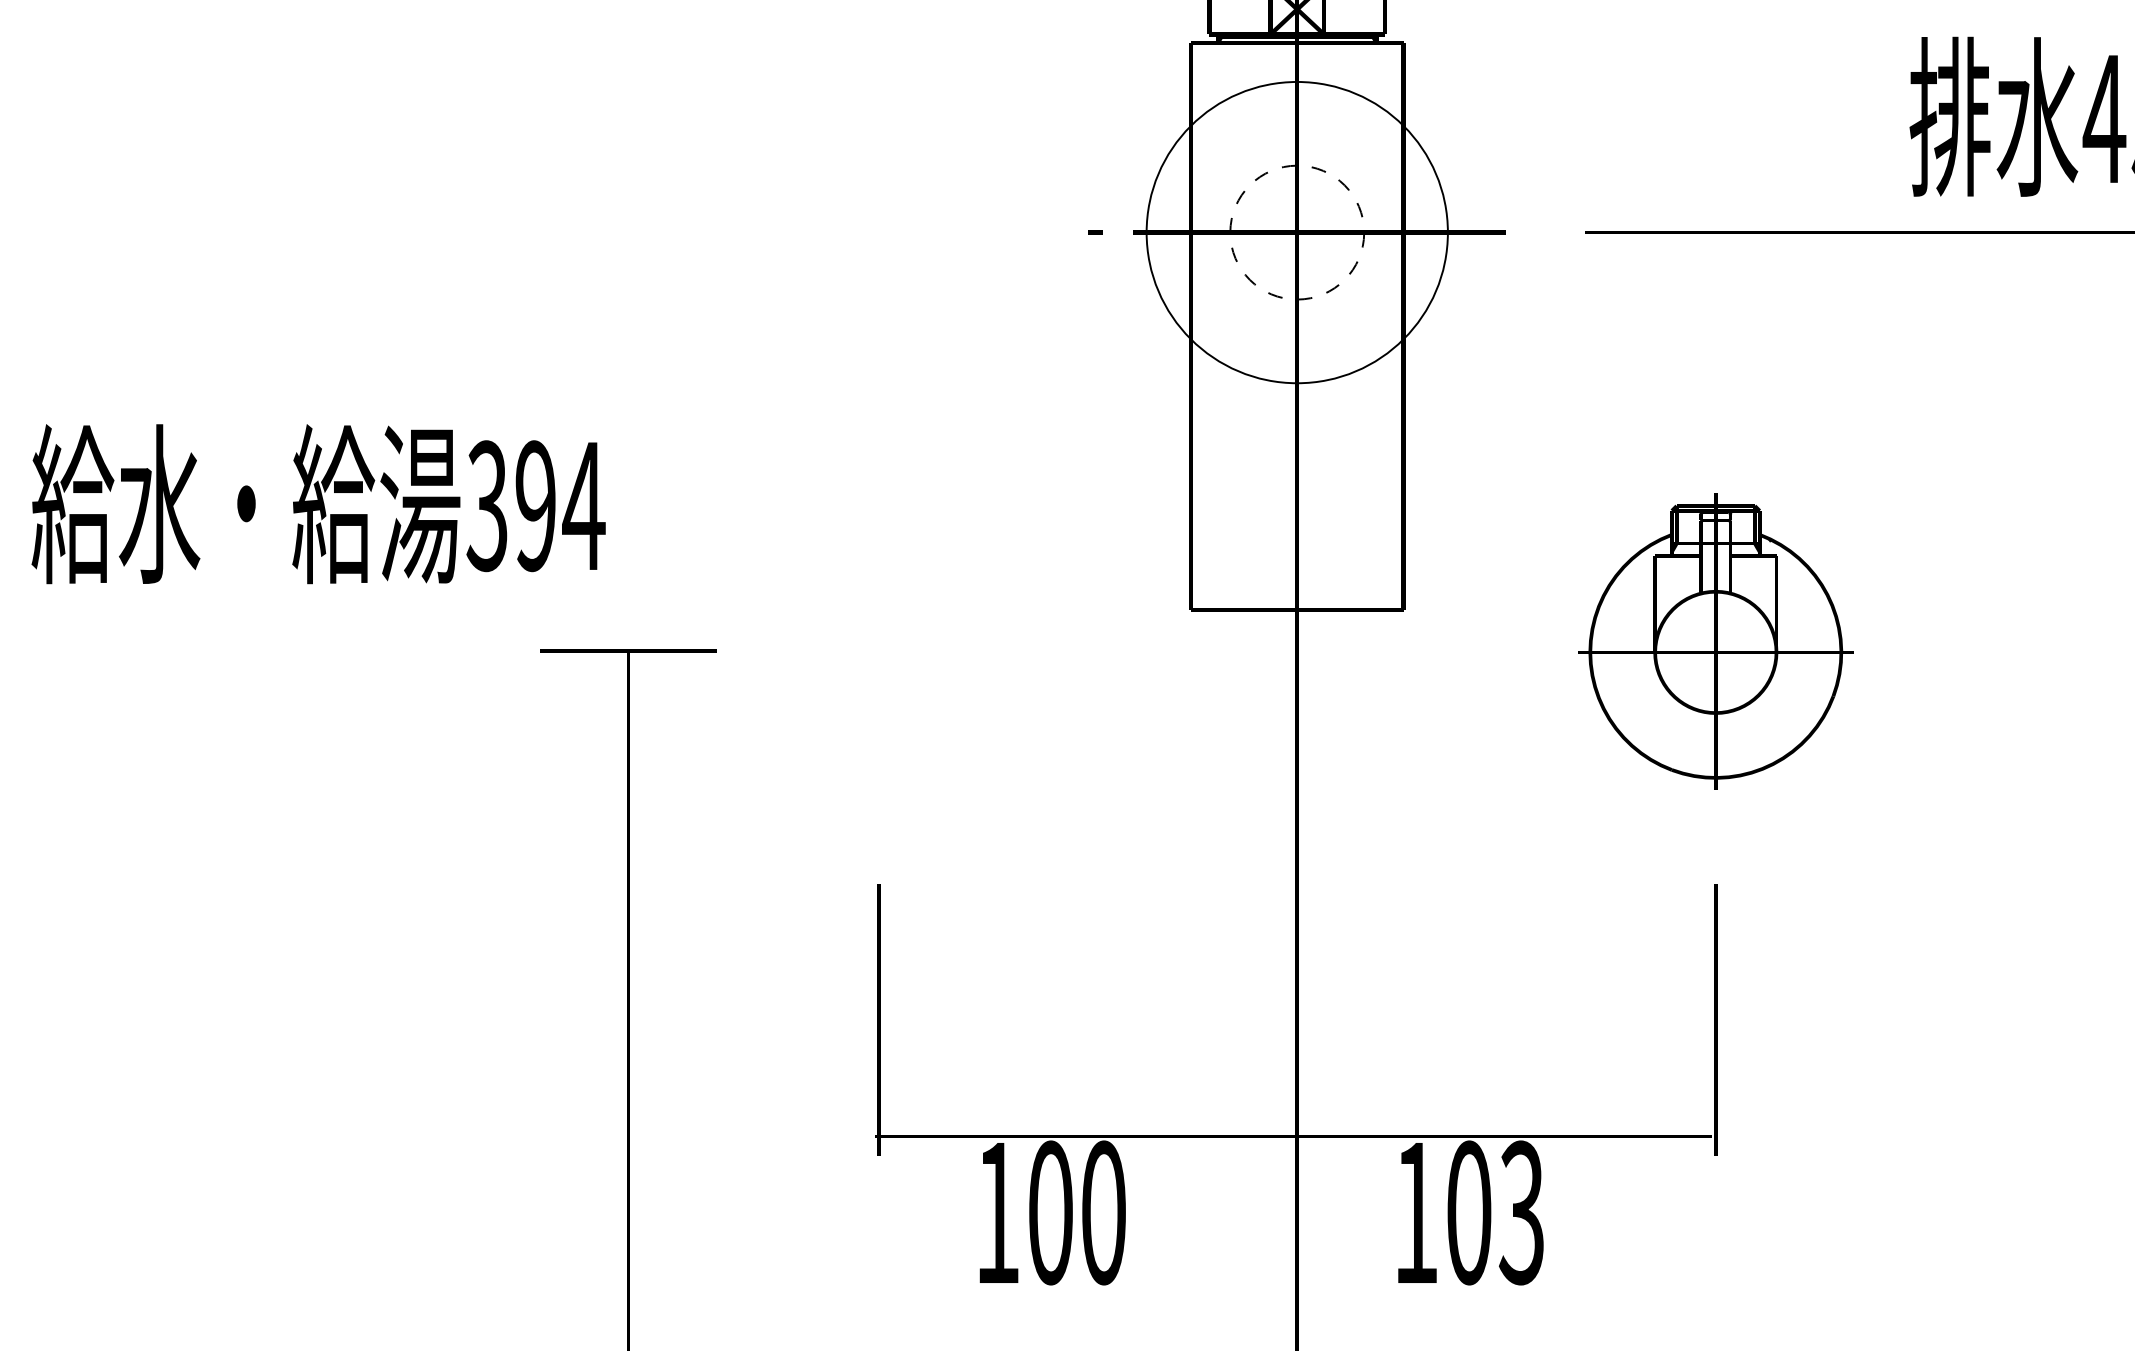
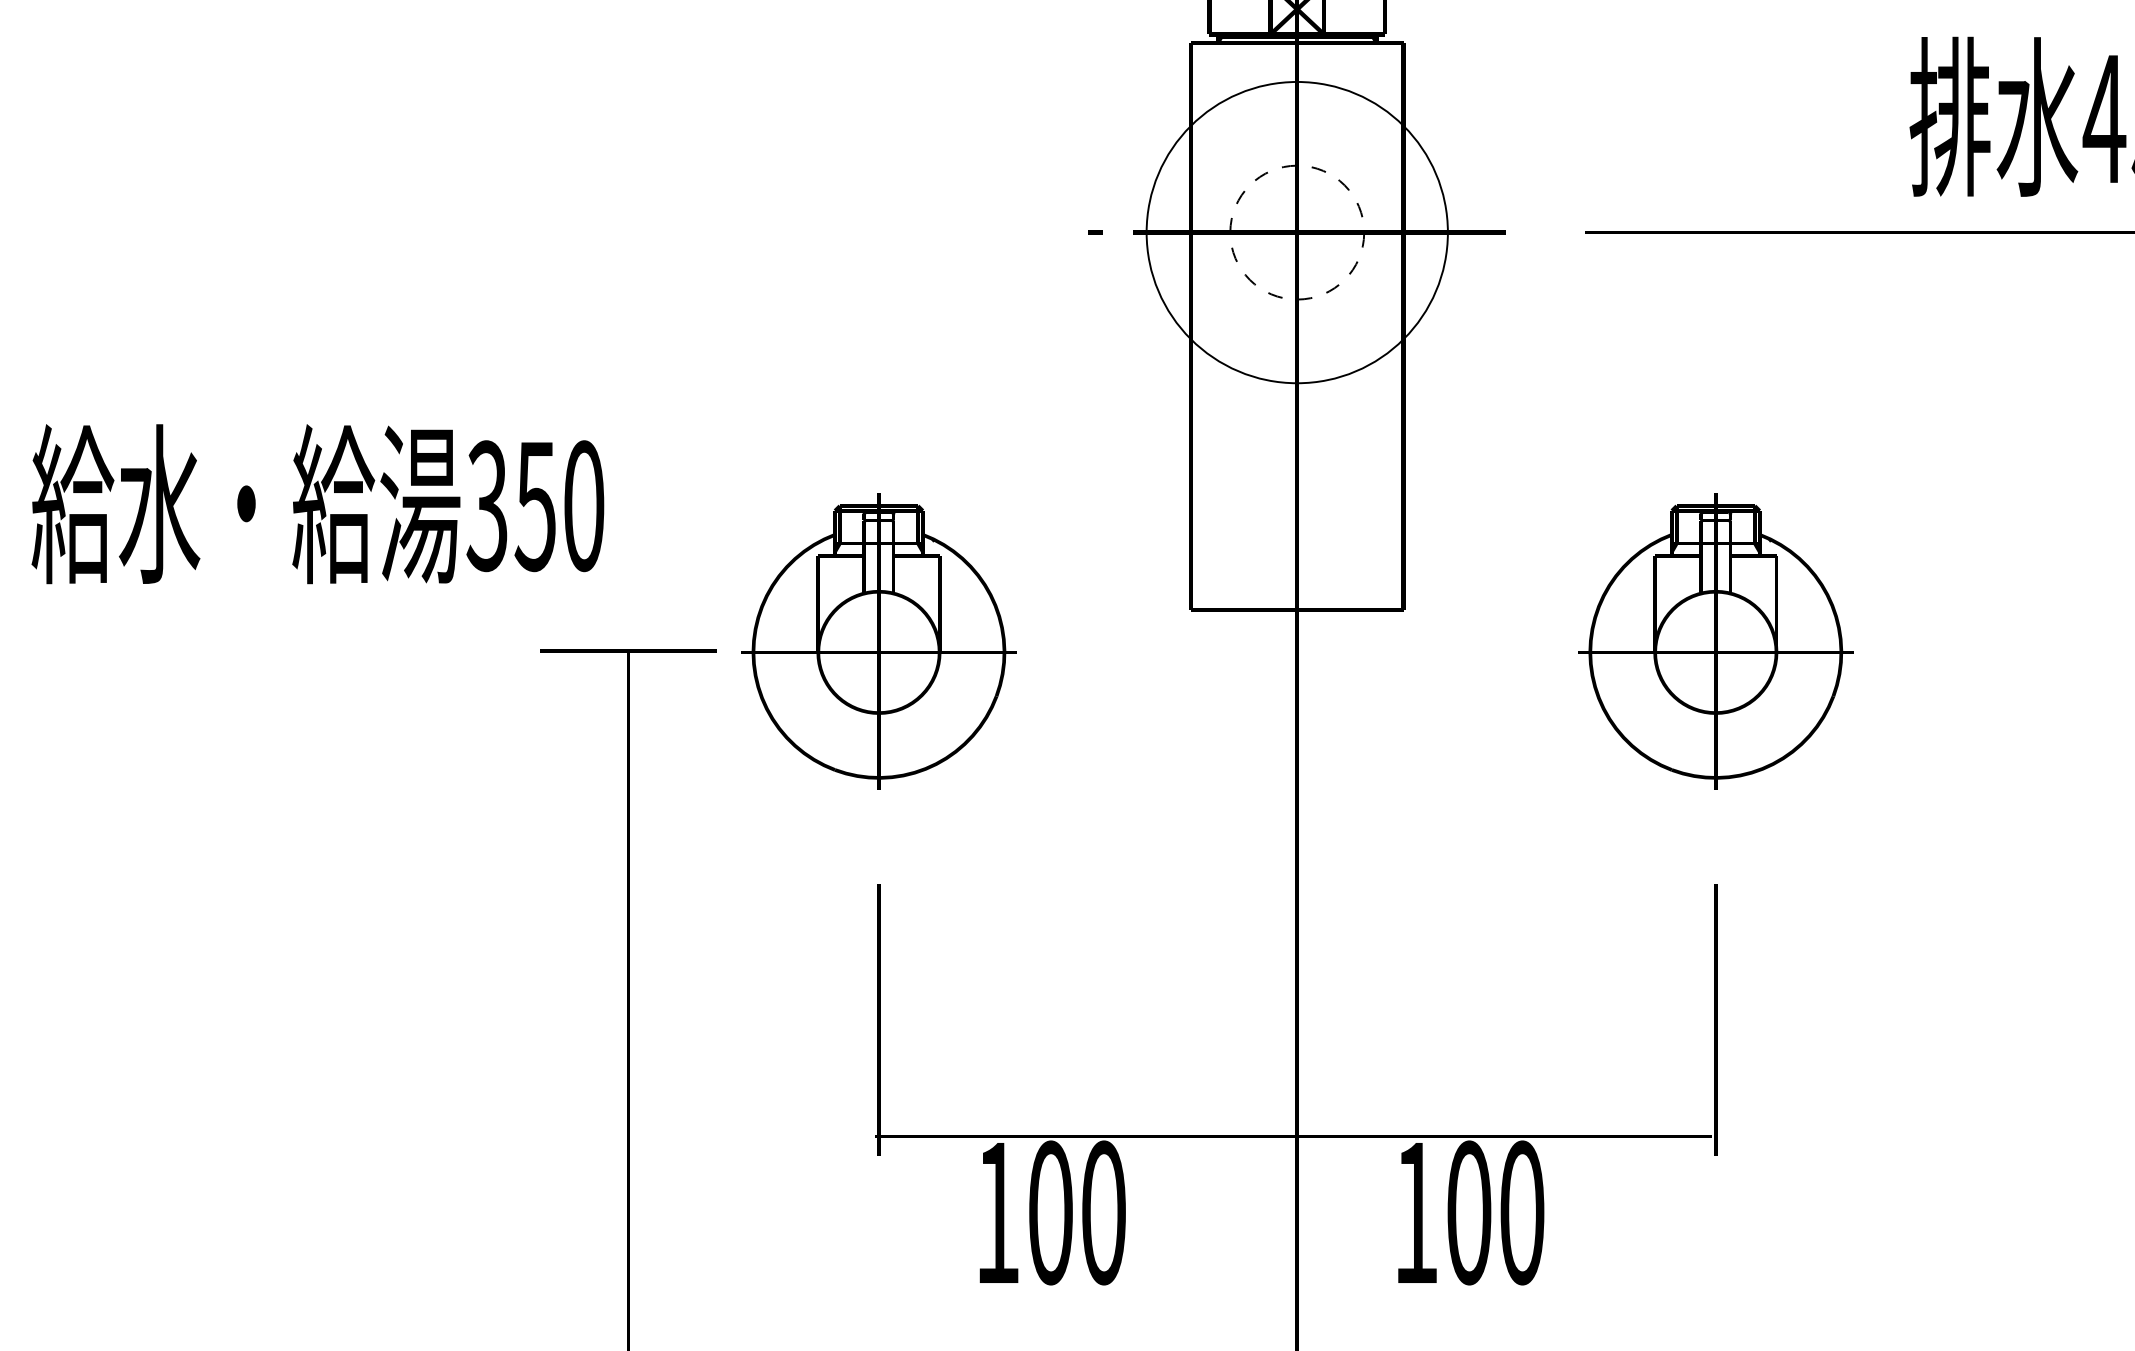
text at (559, 506): 394 -> 350
part at (878, 641): none -> present
text at (1521, 1212): 103 -> 100
